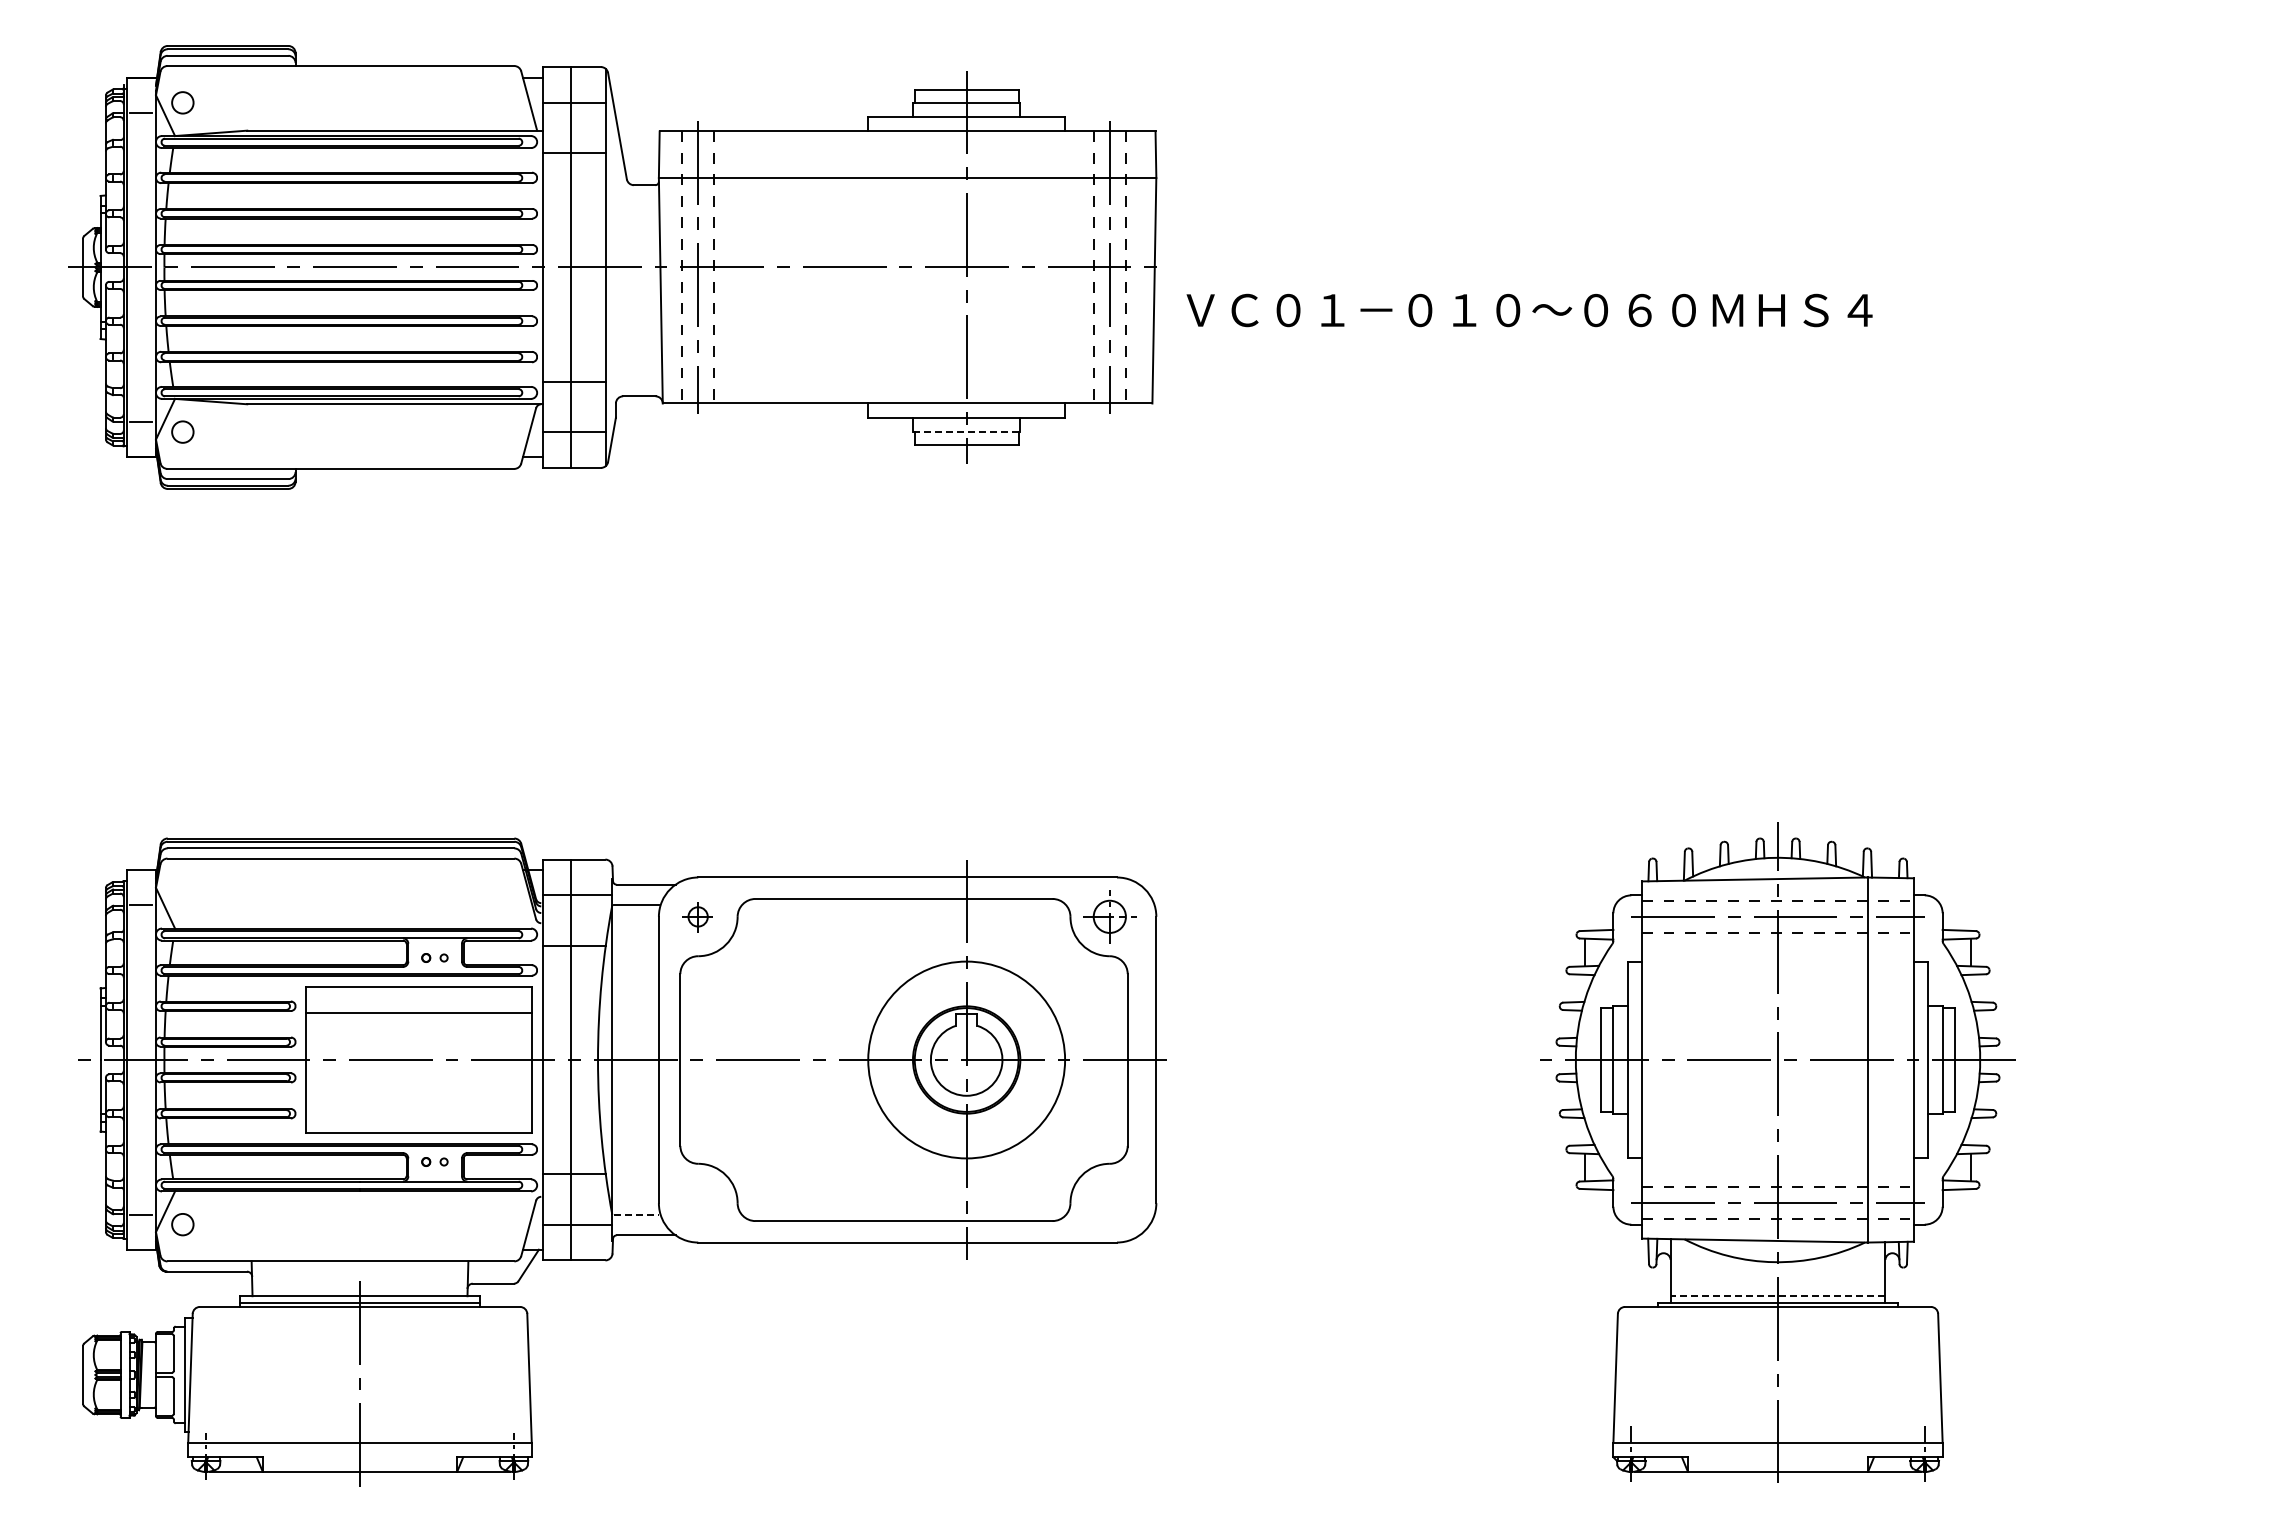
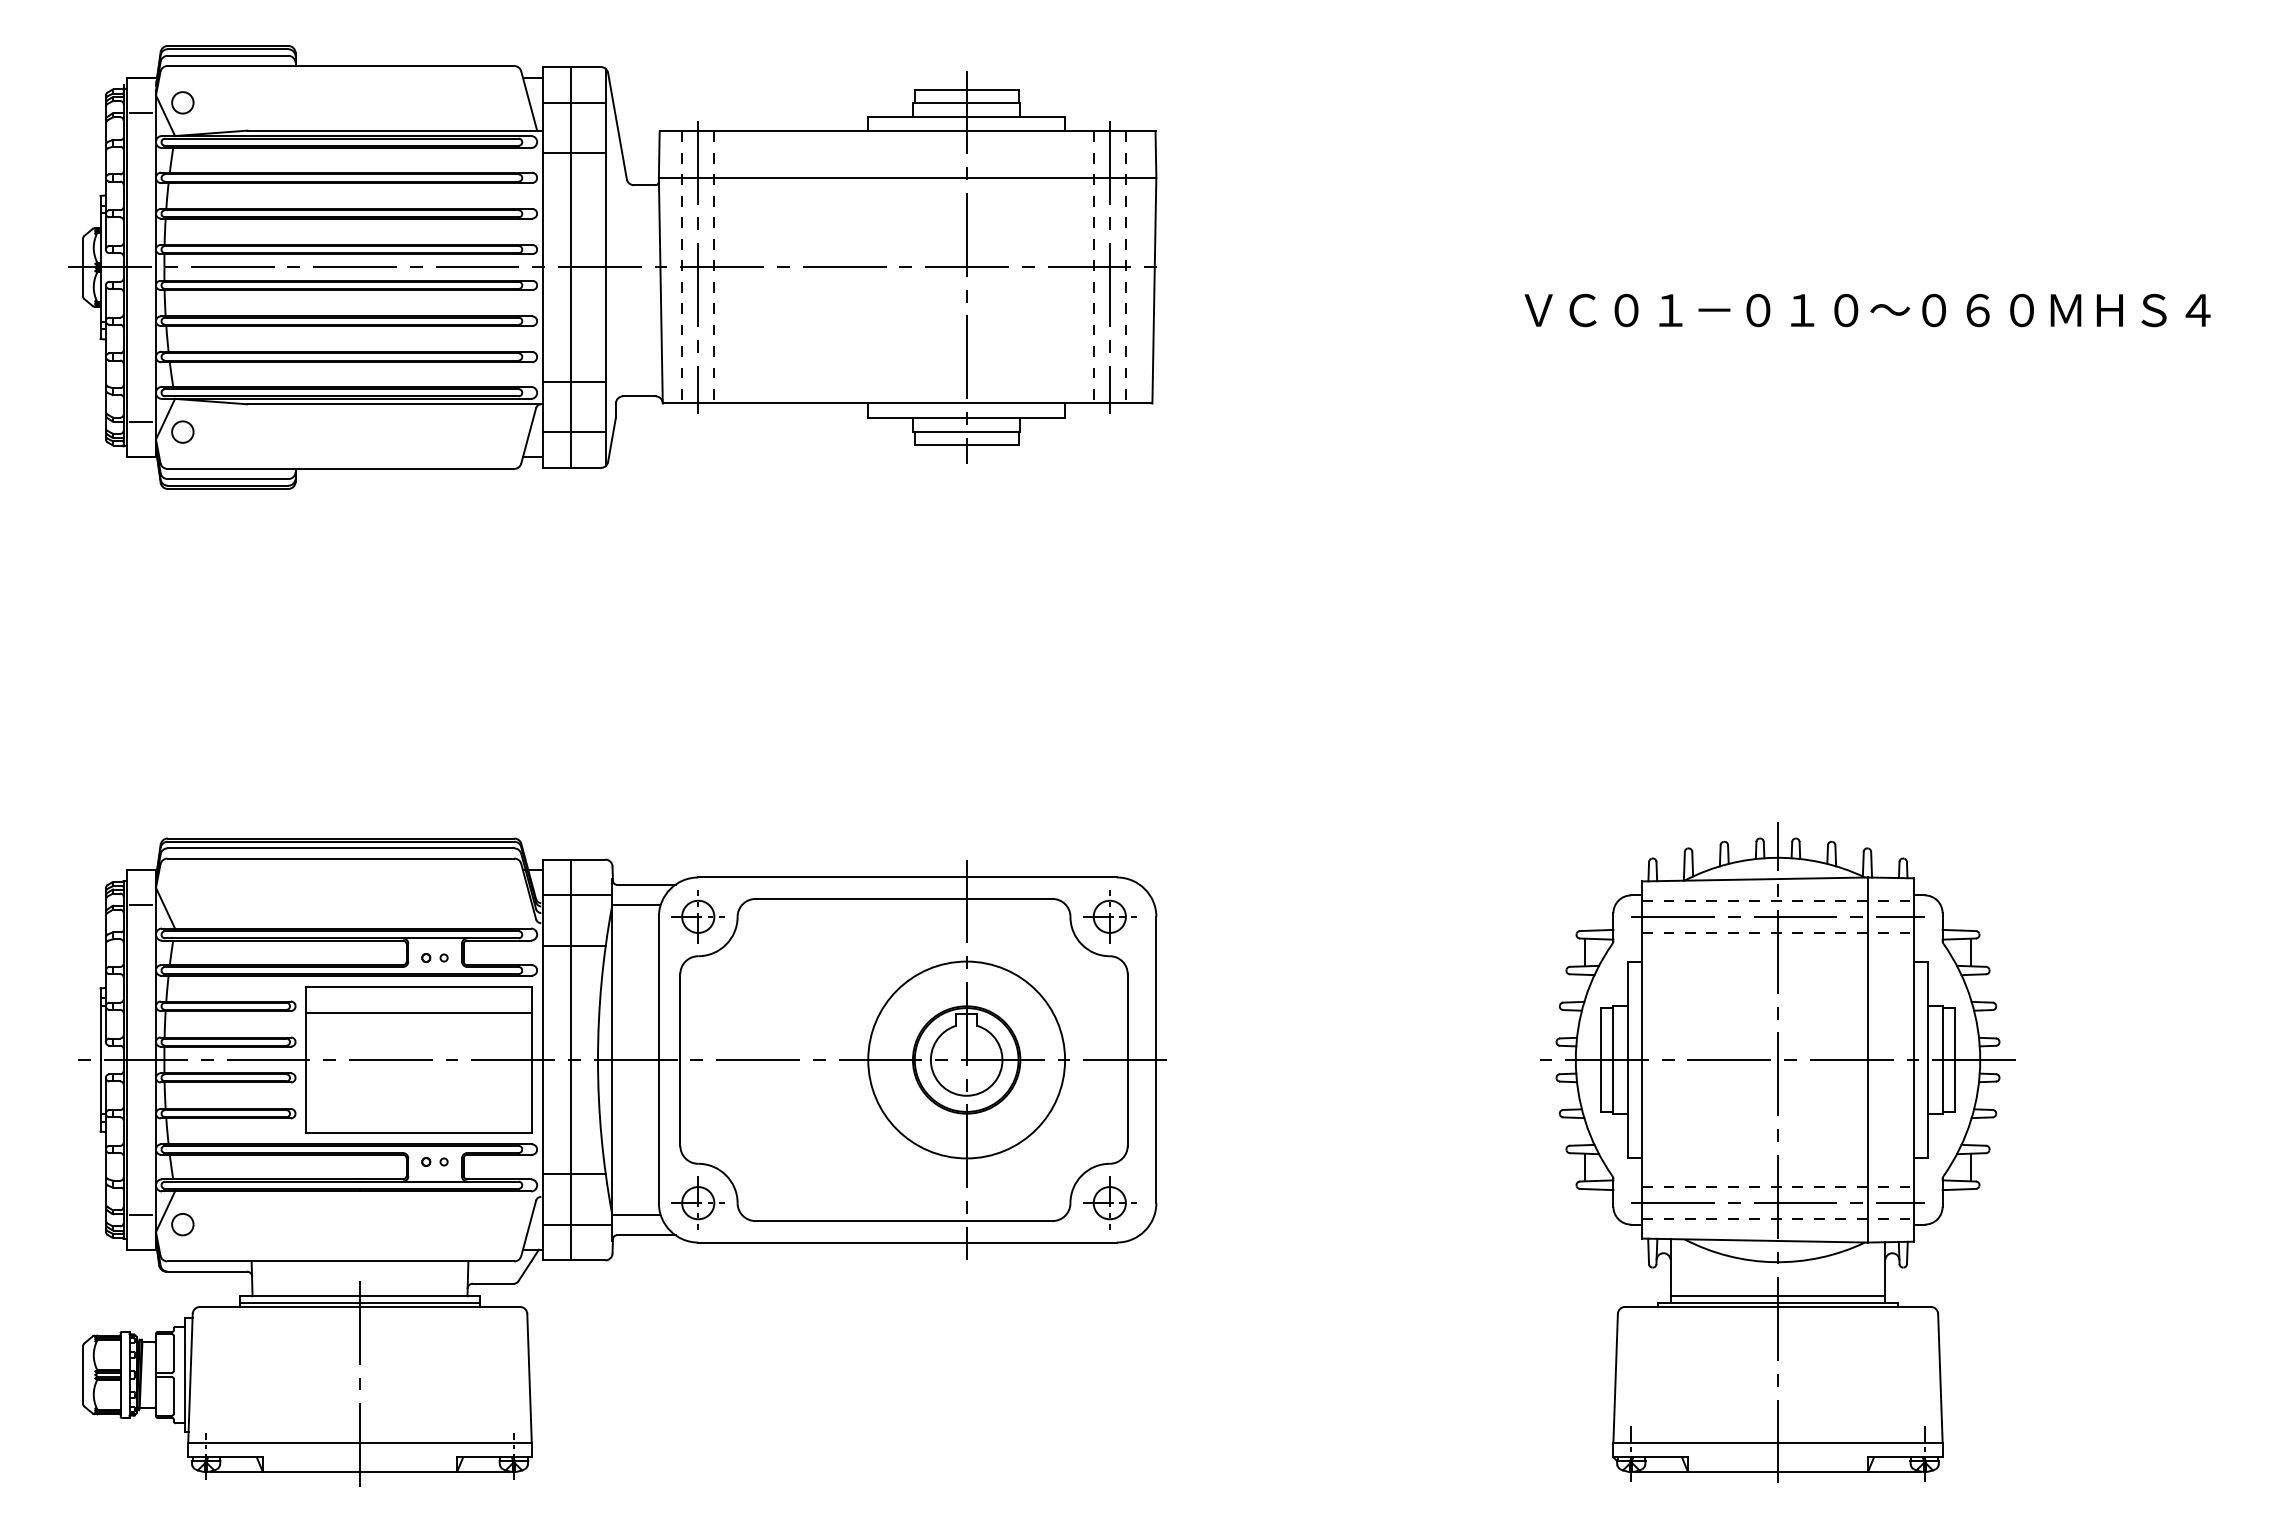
text at (1529, 310) position: (1529, 310) -> (1867, 310)
line at (966, 432): dashed -> solid
part at (697, 917) size: 31x31 px -> 54x54 px
part at (697, 1202): none -> present
part at (1109, 1202): none -> present
line at (637, 1214): dashed -> solid
line at (1777, 1296): dashed -> solid
